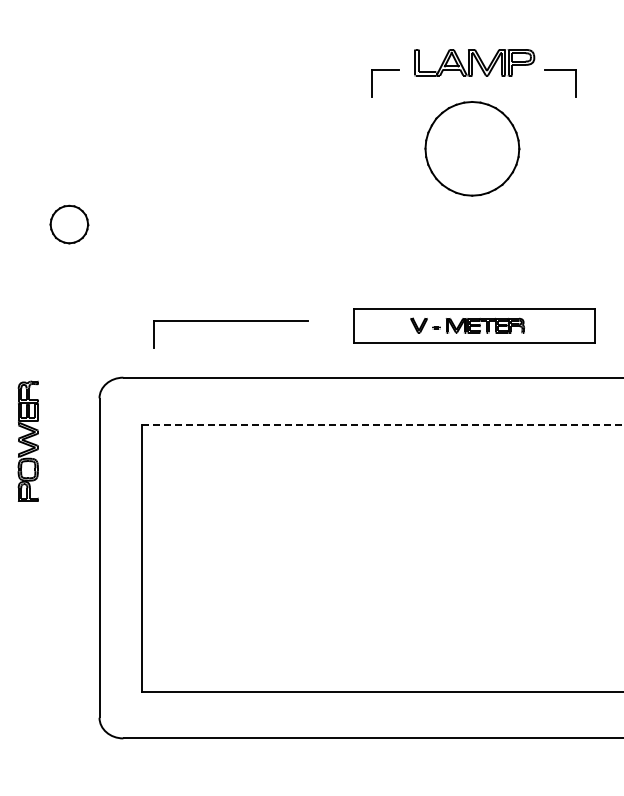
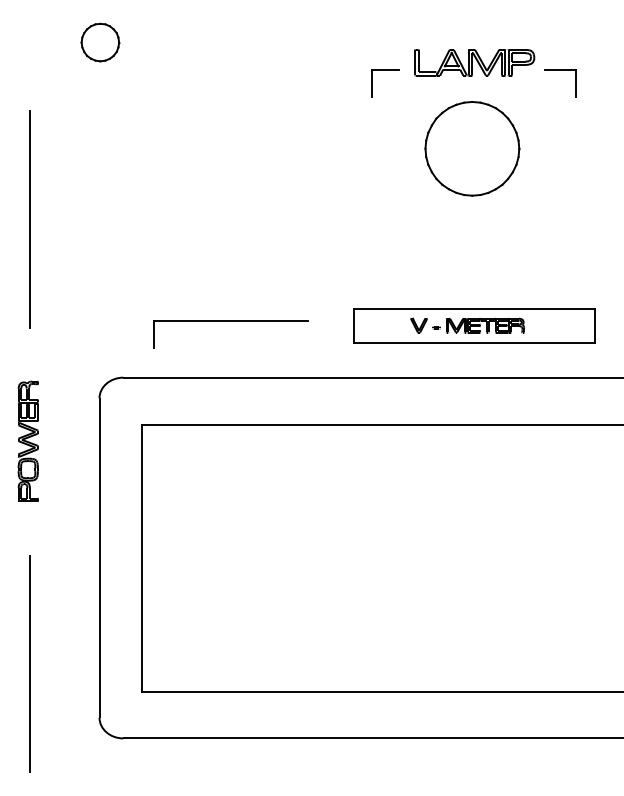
line at (30, 219): none -> present
part at (69, 224) position: (69, 224) -> (100, 42)
line at (382, 424): dashed -> solid
line at (30, 664): none -> present
